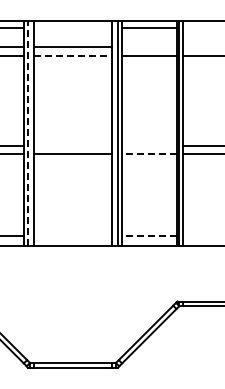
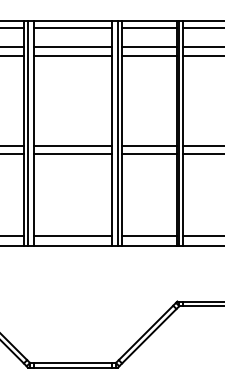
line at (72, 27): none -> present
line at (202, 27): none -> present
line at (149, 47): none -> present
line at (202, 47): none -> present
line at (73, 55): dashed -> solid
line at (28, 132): dashed -> solid
line at (72, 145): none -> present
line at (149, 145): none -> present
line at (148, 153): dashed -> solid
line at (72, 236): none -> present
line at (148, 236): dashed -> solid
line at (202, 236): none -> present
